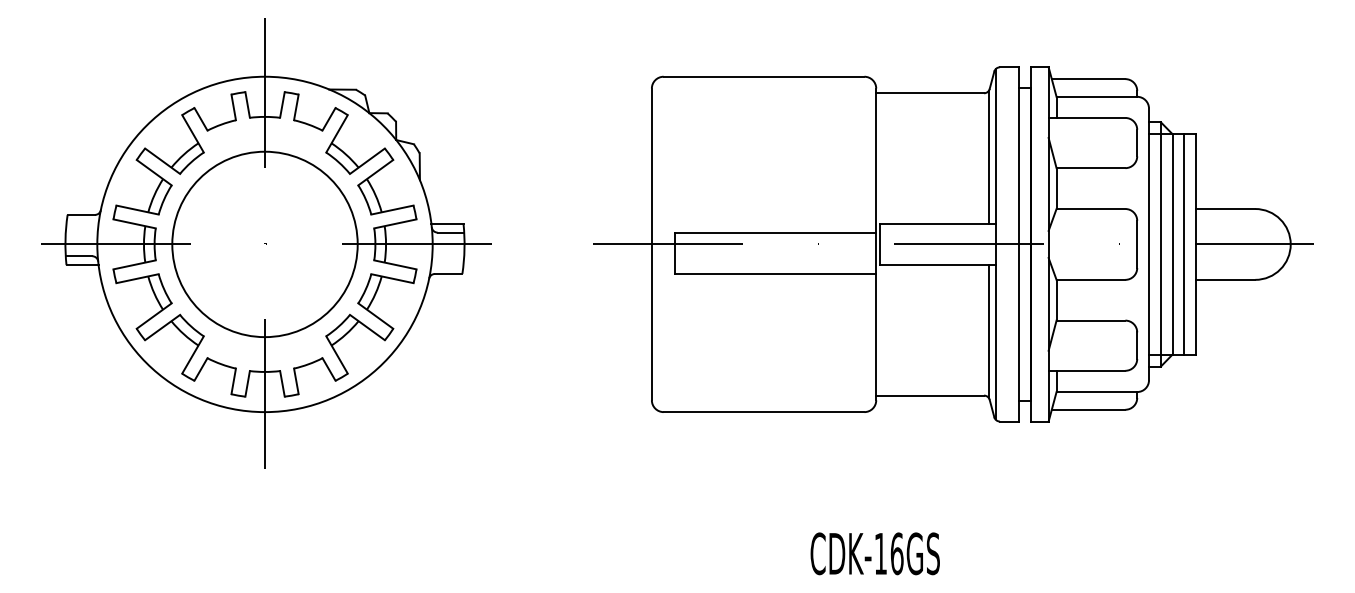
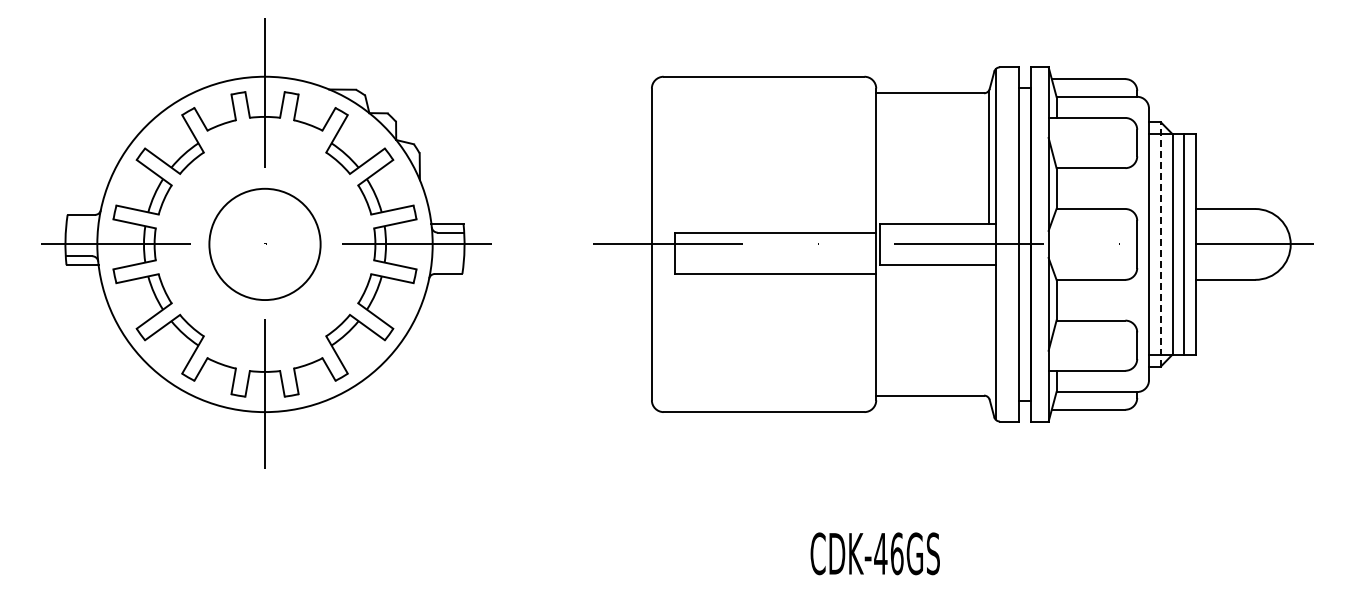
line at (1160, 243): solid -> dashed
circle at (264, 244) diameter: 185 px -> 111 px
line at (988, 331): present -> none
text at (880, 553): CDK-16GS -> CDK-46GS
